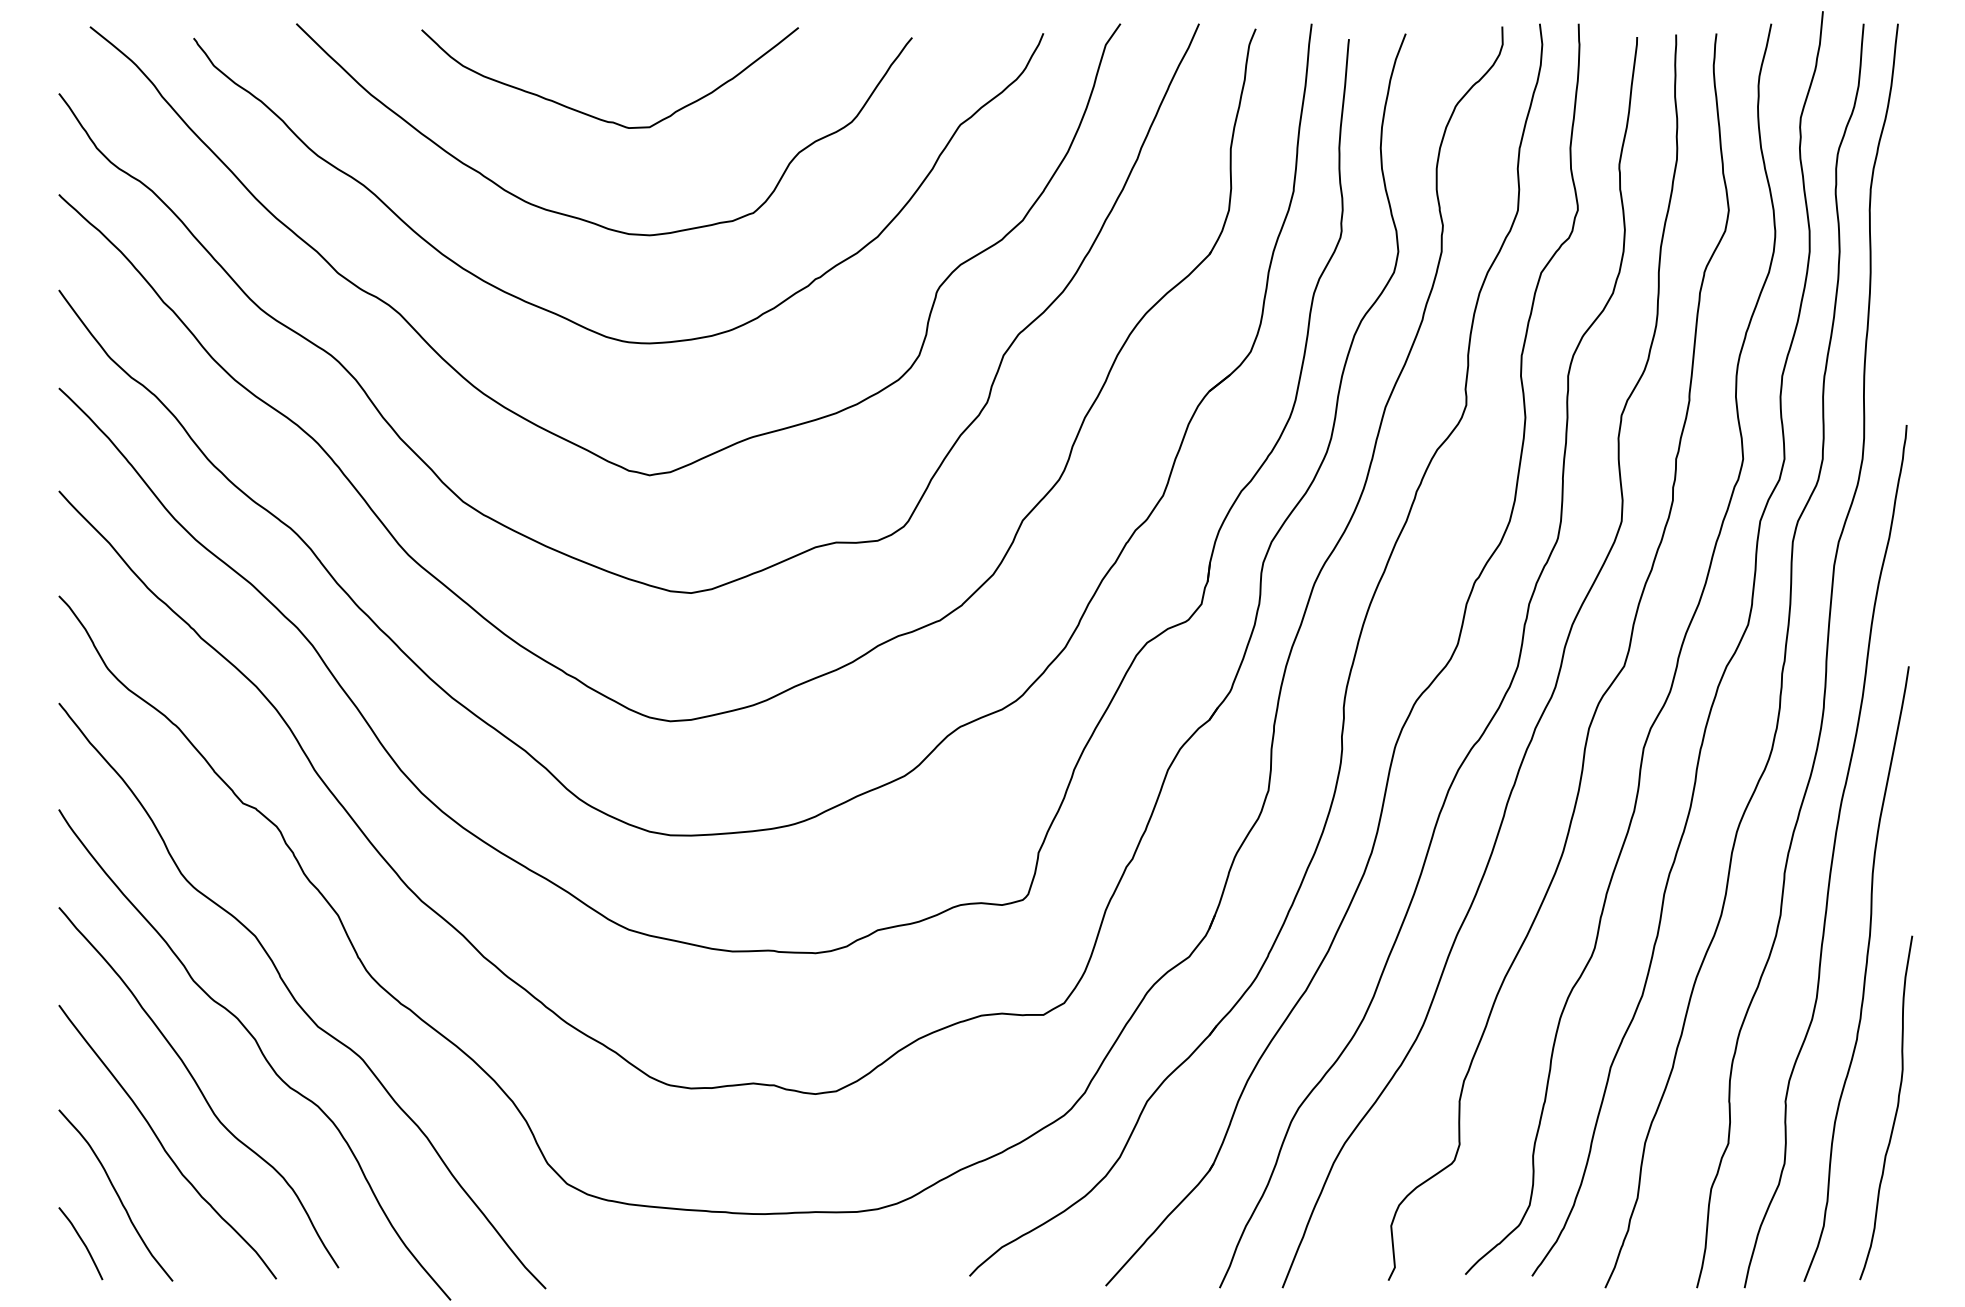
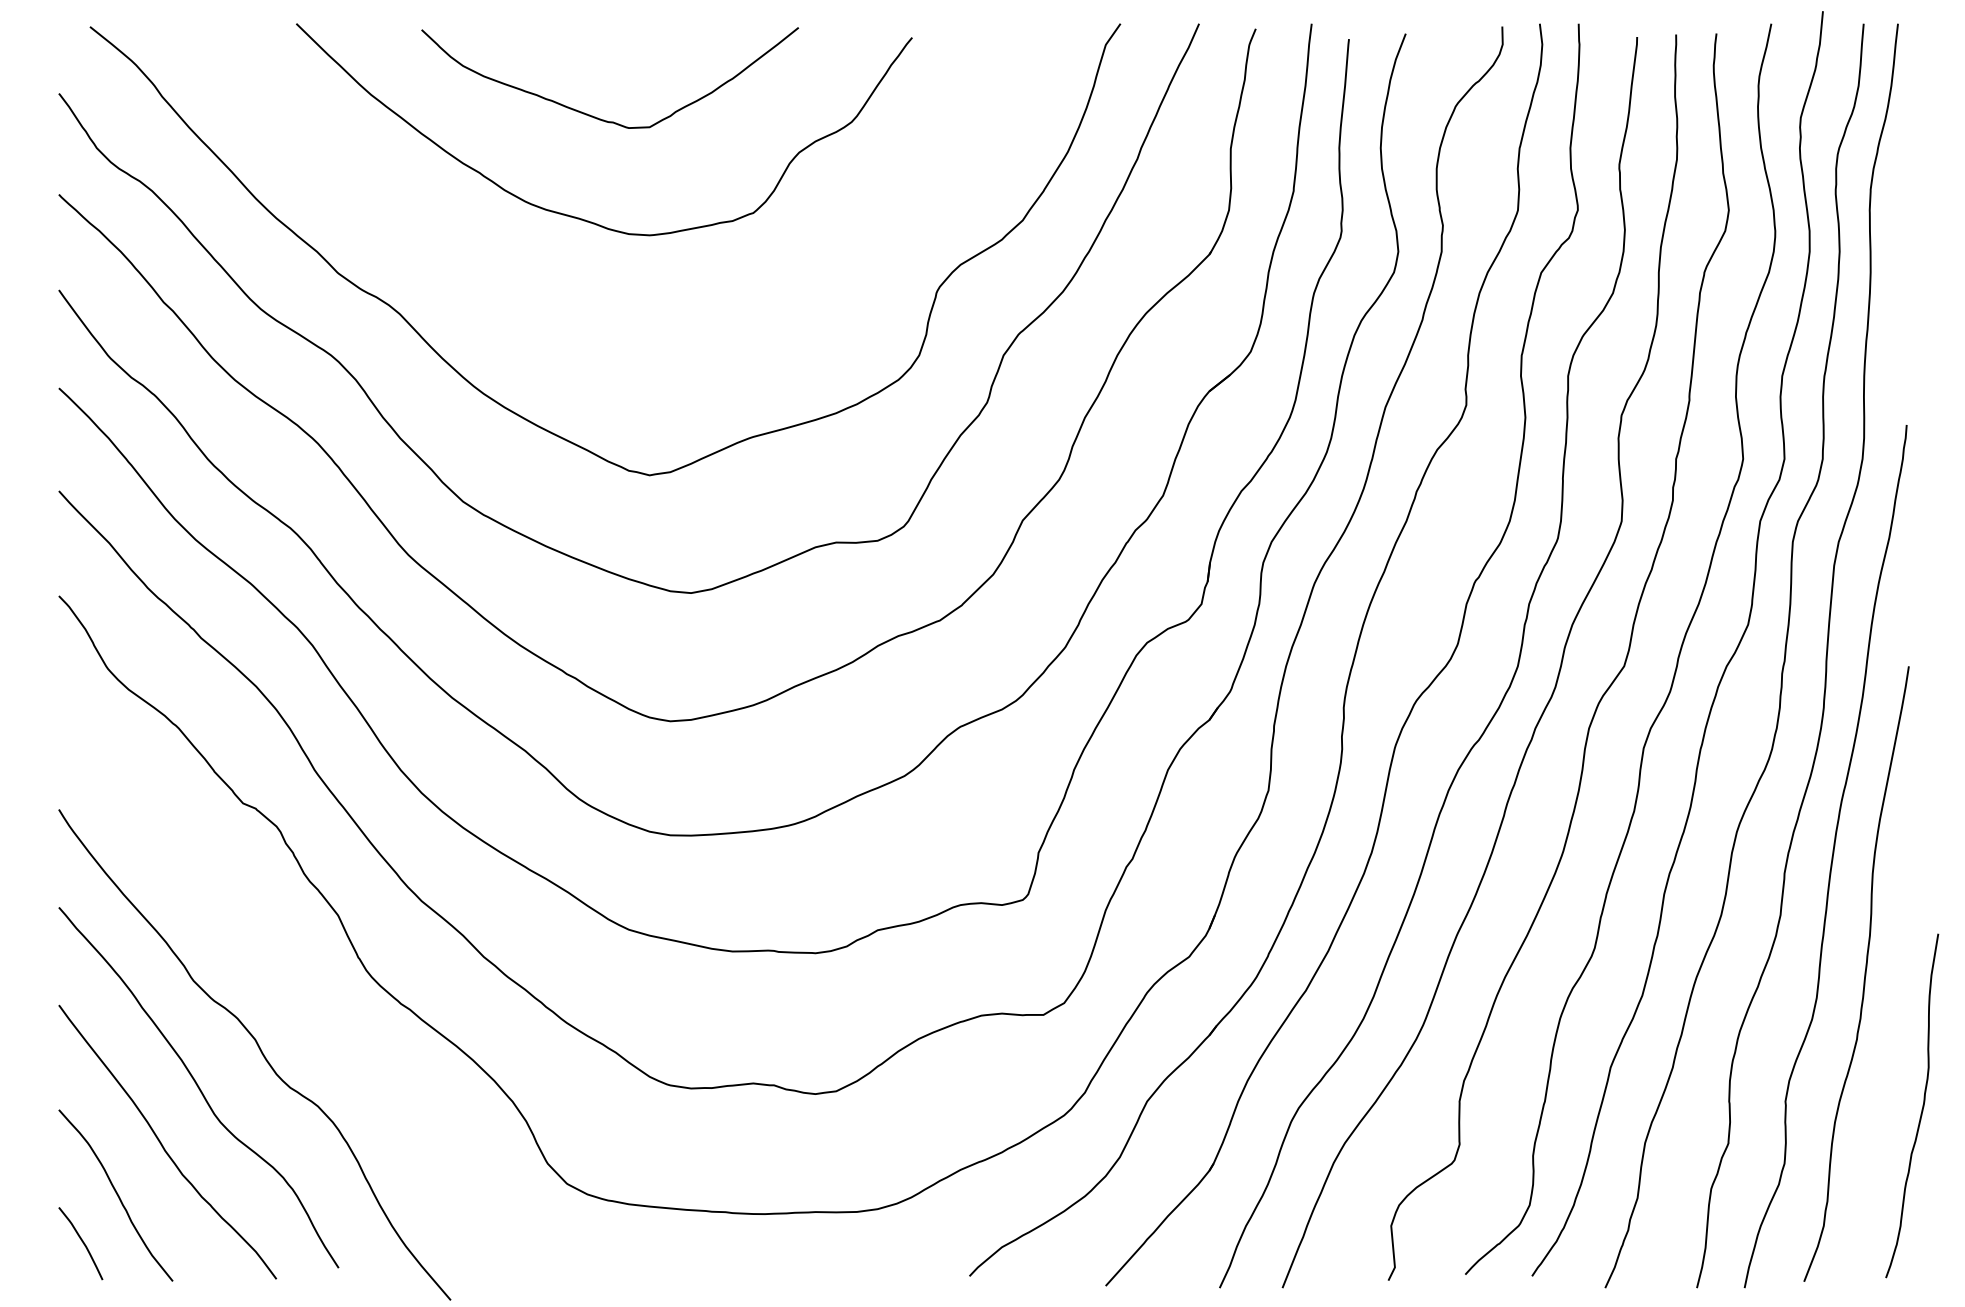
curve at (555, 312): present -> none
curve at (295, 998): present -> none
curve at (1895, 1111) position: (1895, 1111) -> (1921, 1109)
